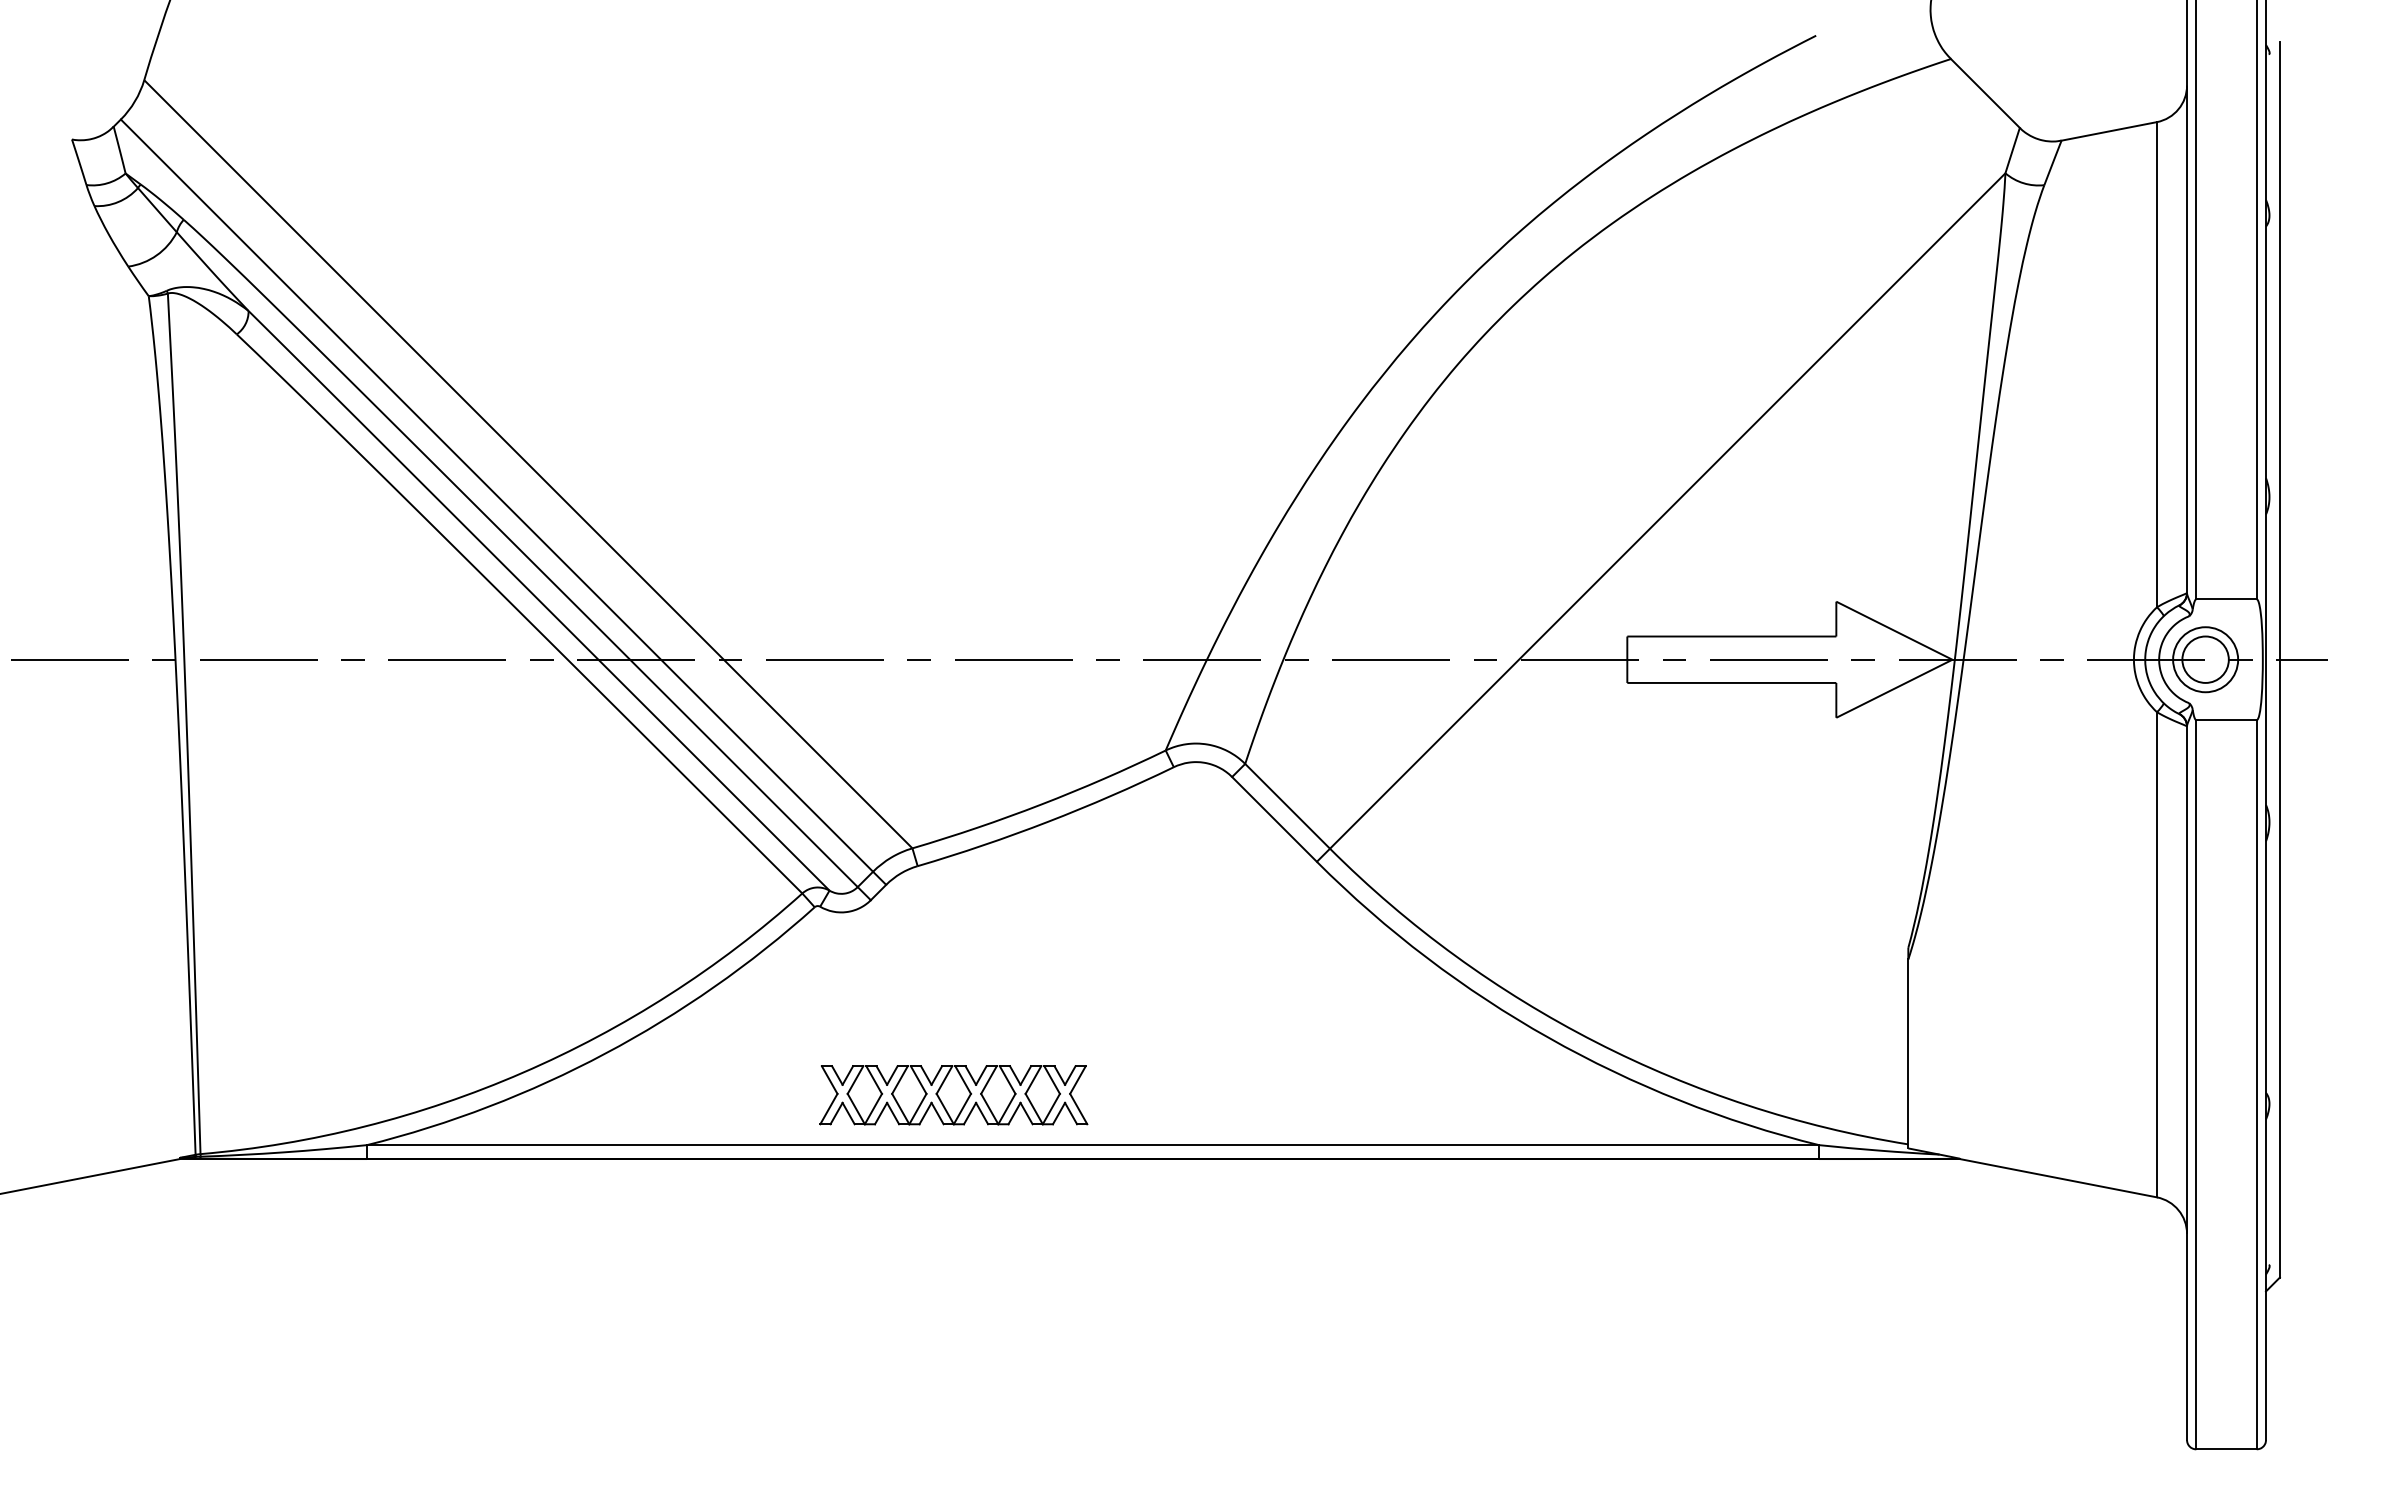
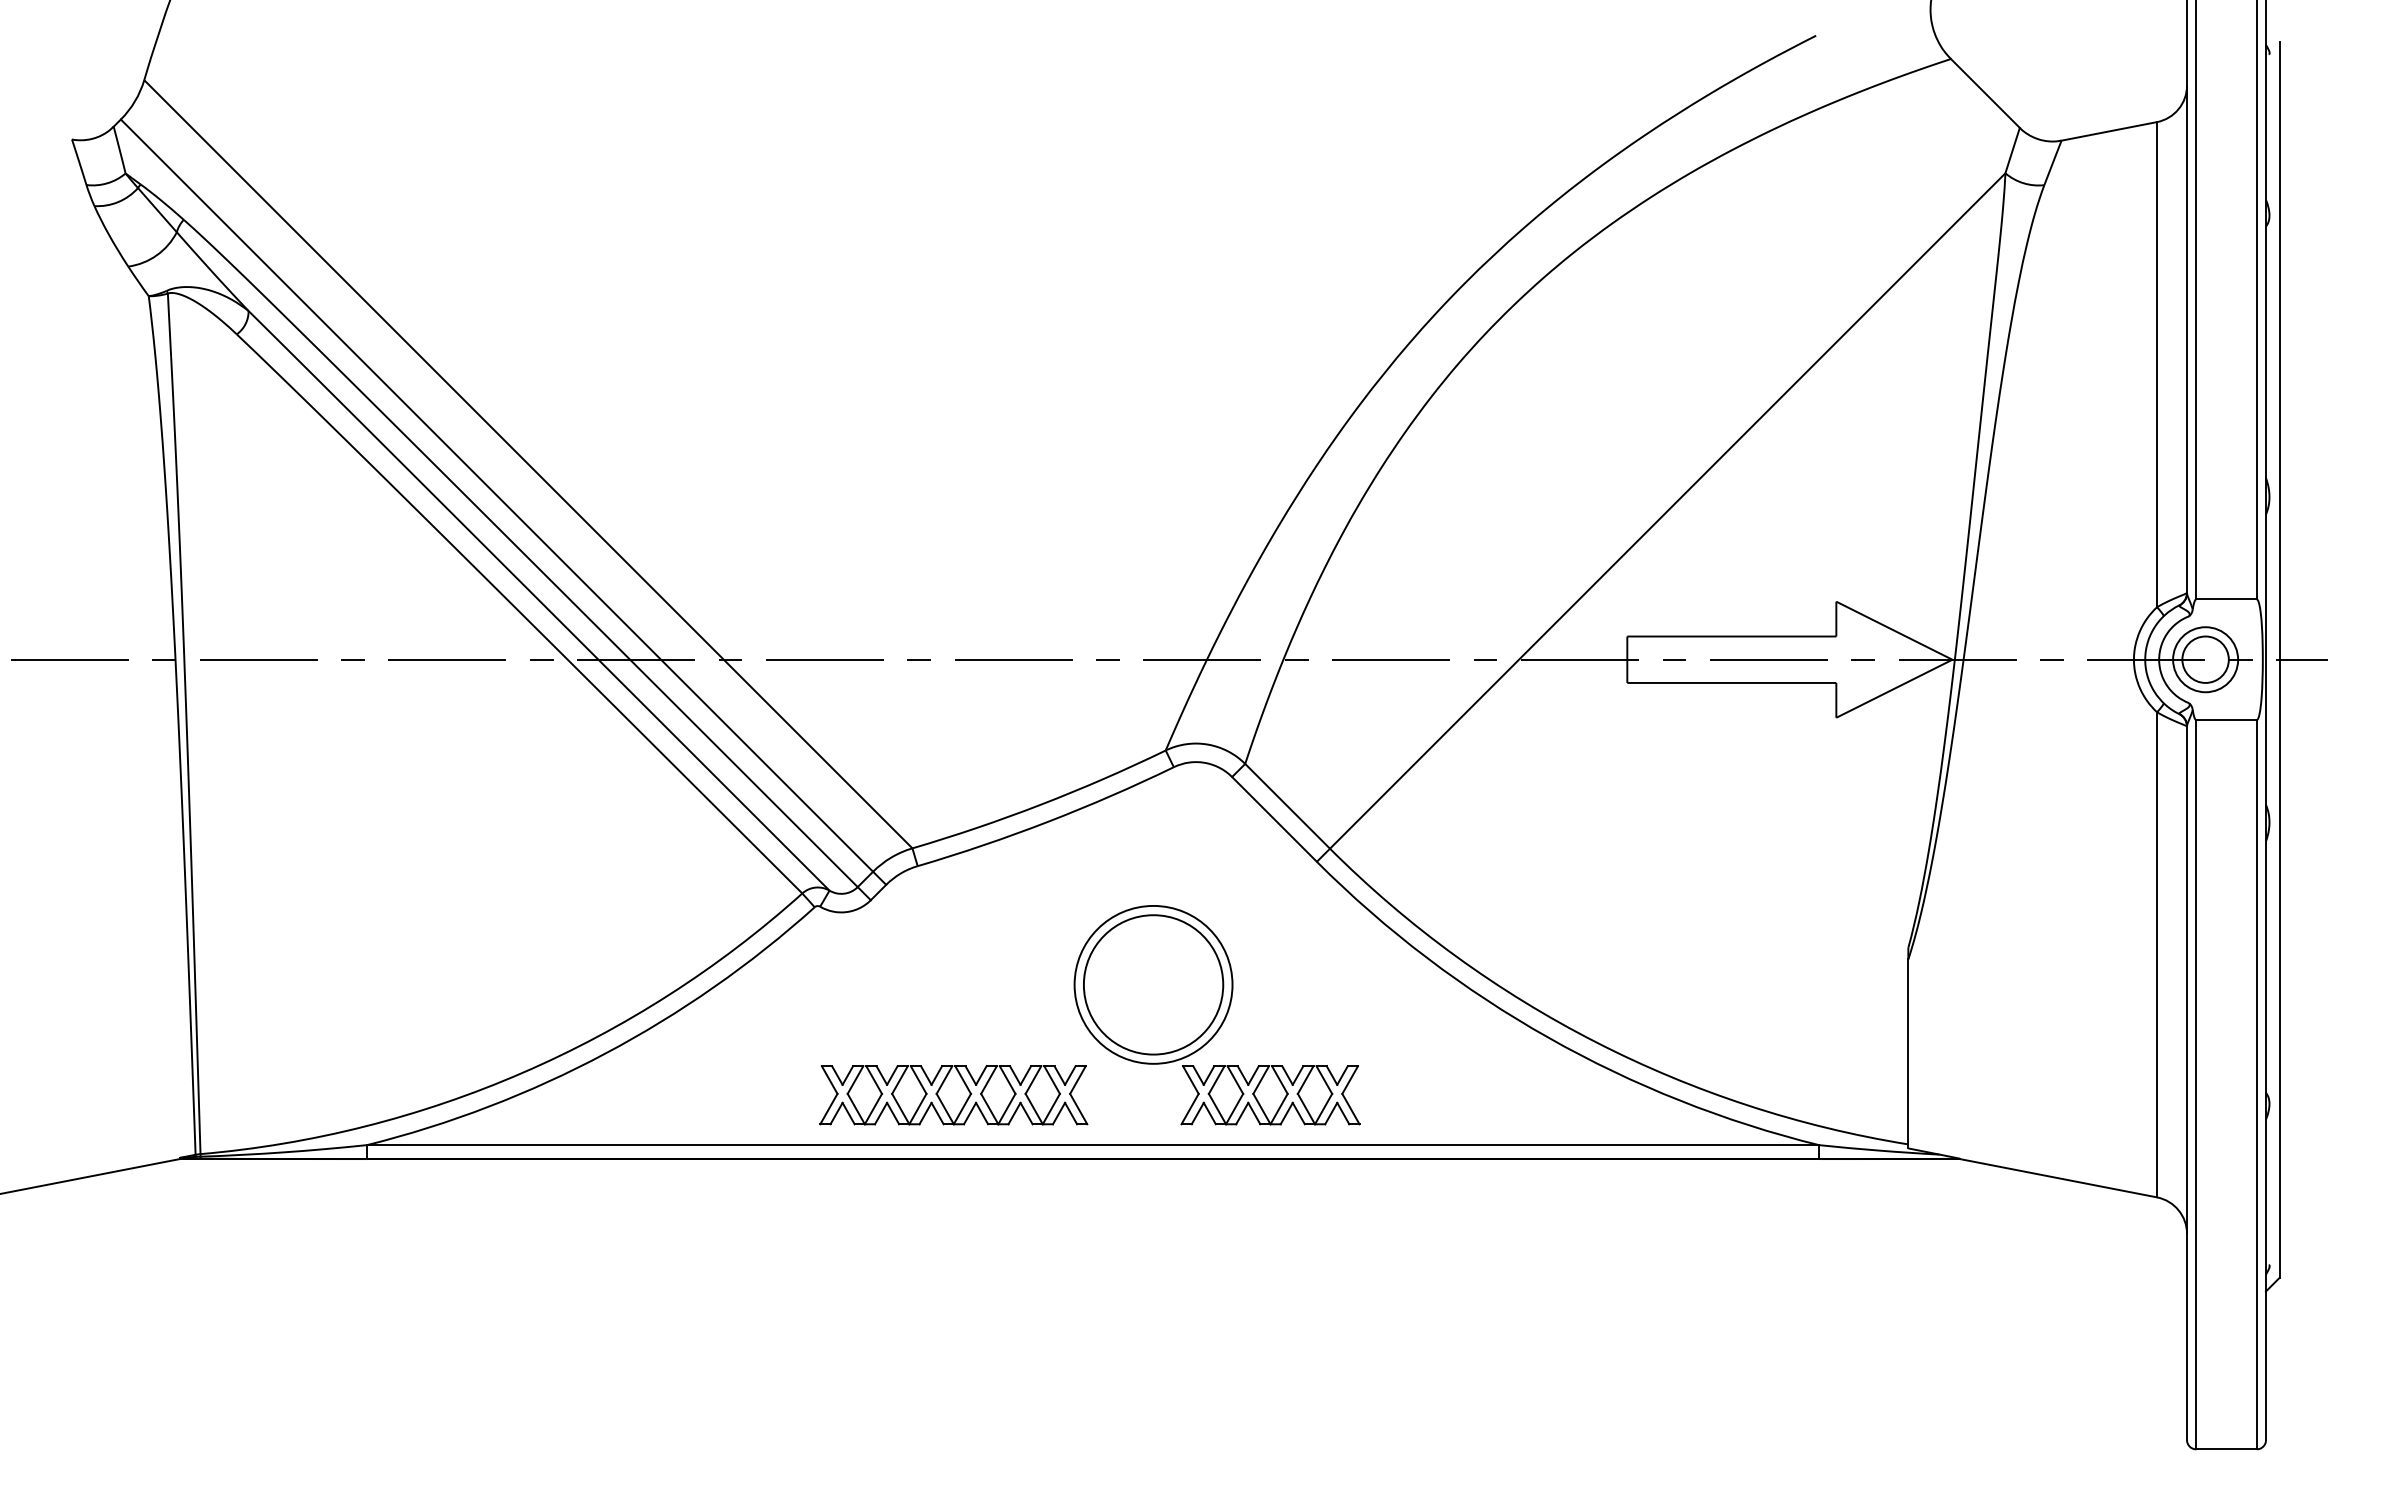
part at (1216, 1015): none -> present
